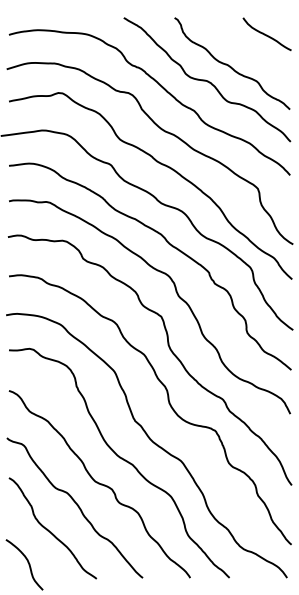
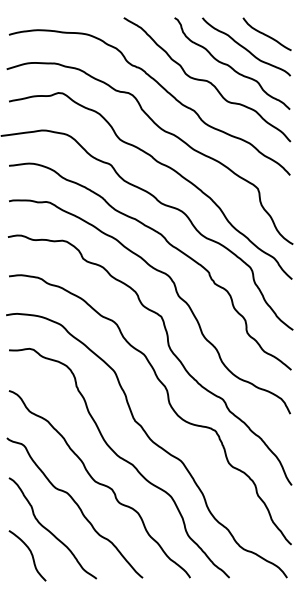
curve at (245, 47): none -> present
curve at (27, 562) position: (27, 562) -> (30, 553)
